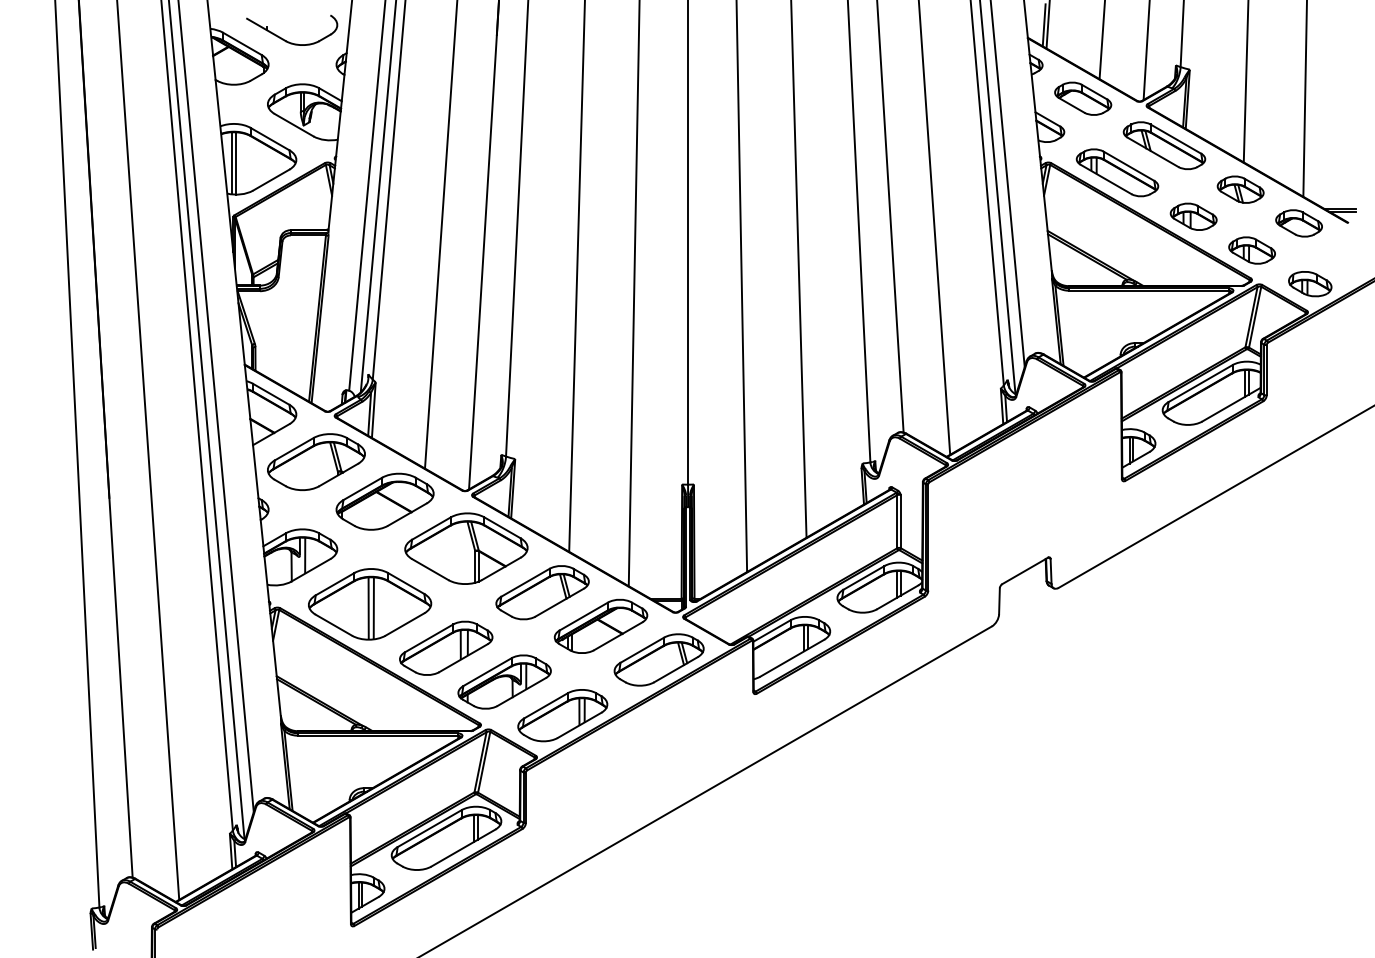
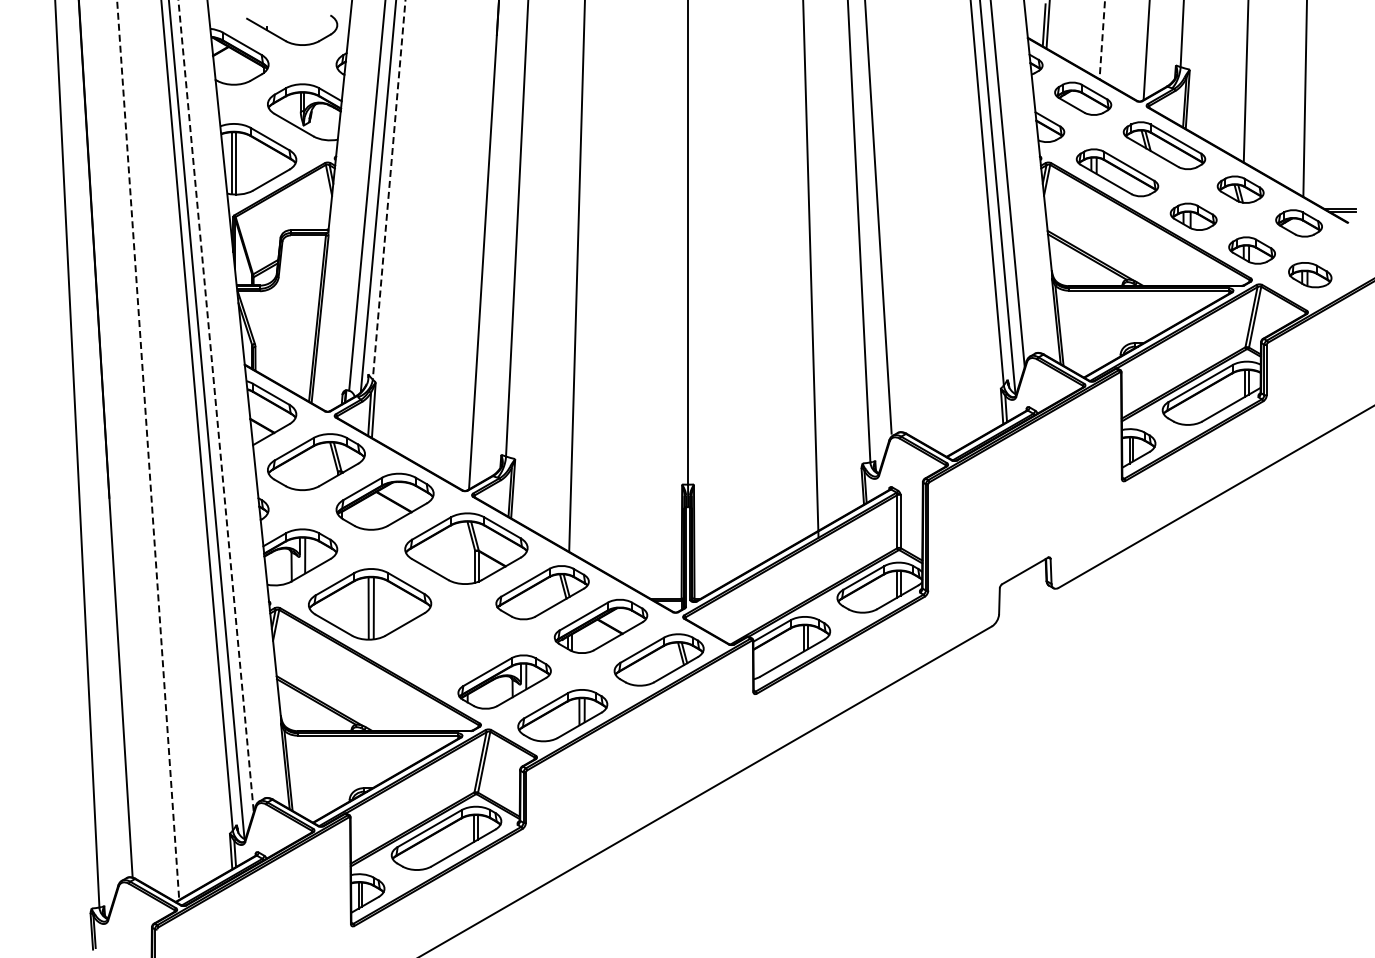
line at (1102, 40): solid -> dashed
line at (389, 190): solid -> dashed
line at (890, 217) position: (890, 217) -> (878, 217)
line at (934, 228): present -> none
line at (441, 235): present -> none
line at (798, 269) position: (798, 269) -> (810, 269)
part at (1310, 284) position: (1310, 284) -> (1310, 275)
line at (741, 287): present -> none
line at (633, 294): present -> none
line at (216, 406): solid -> dashed
line at (148, 450): solid -> dashed
part at (446, 647): present -> none
